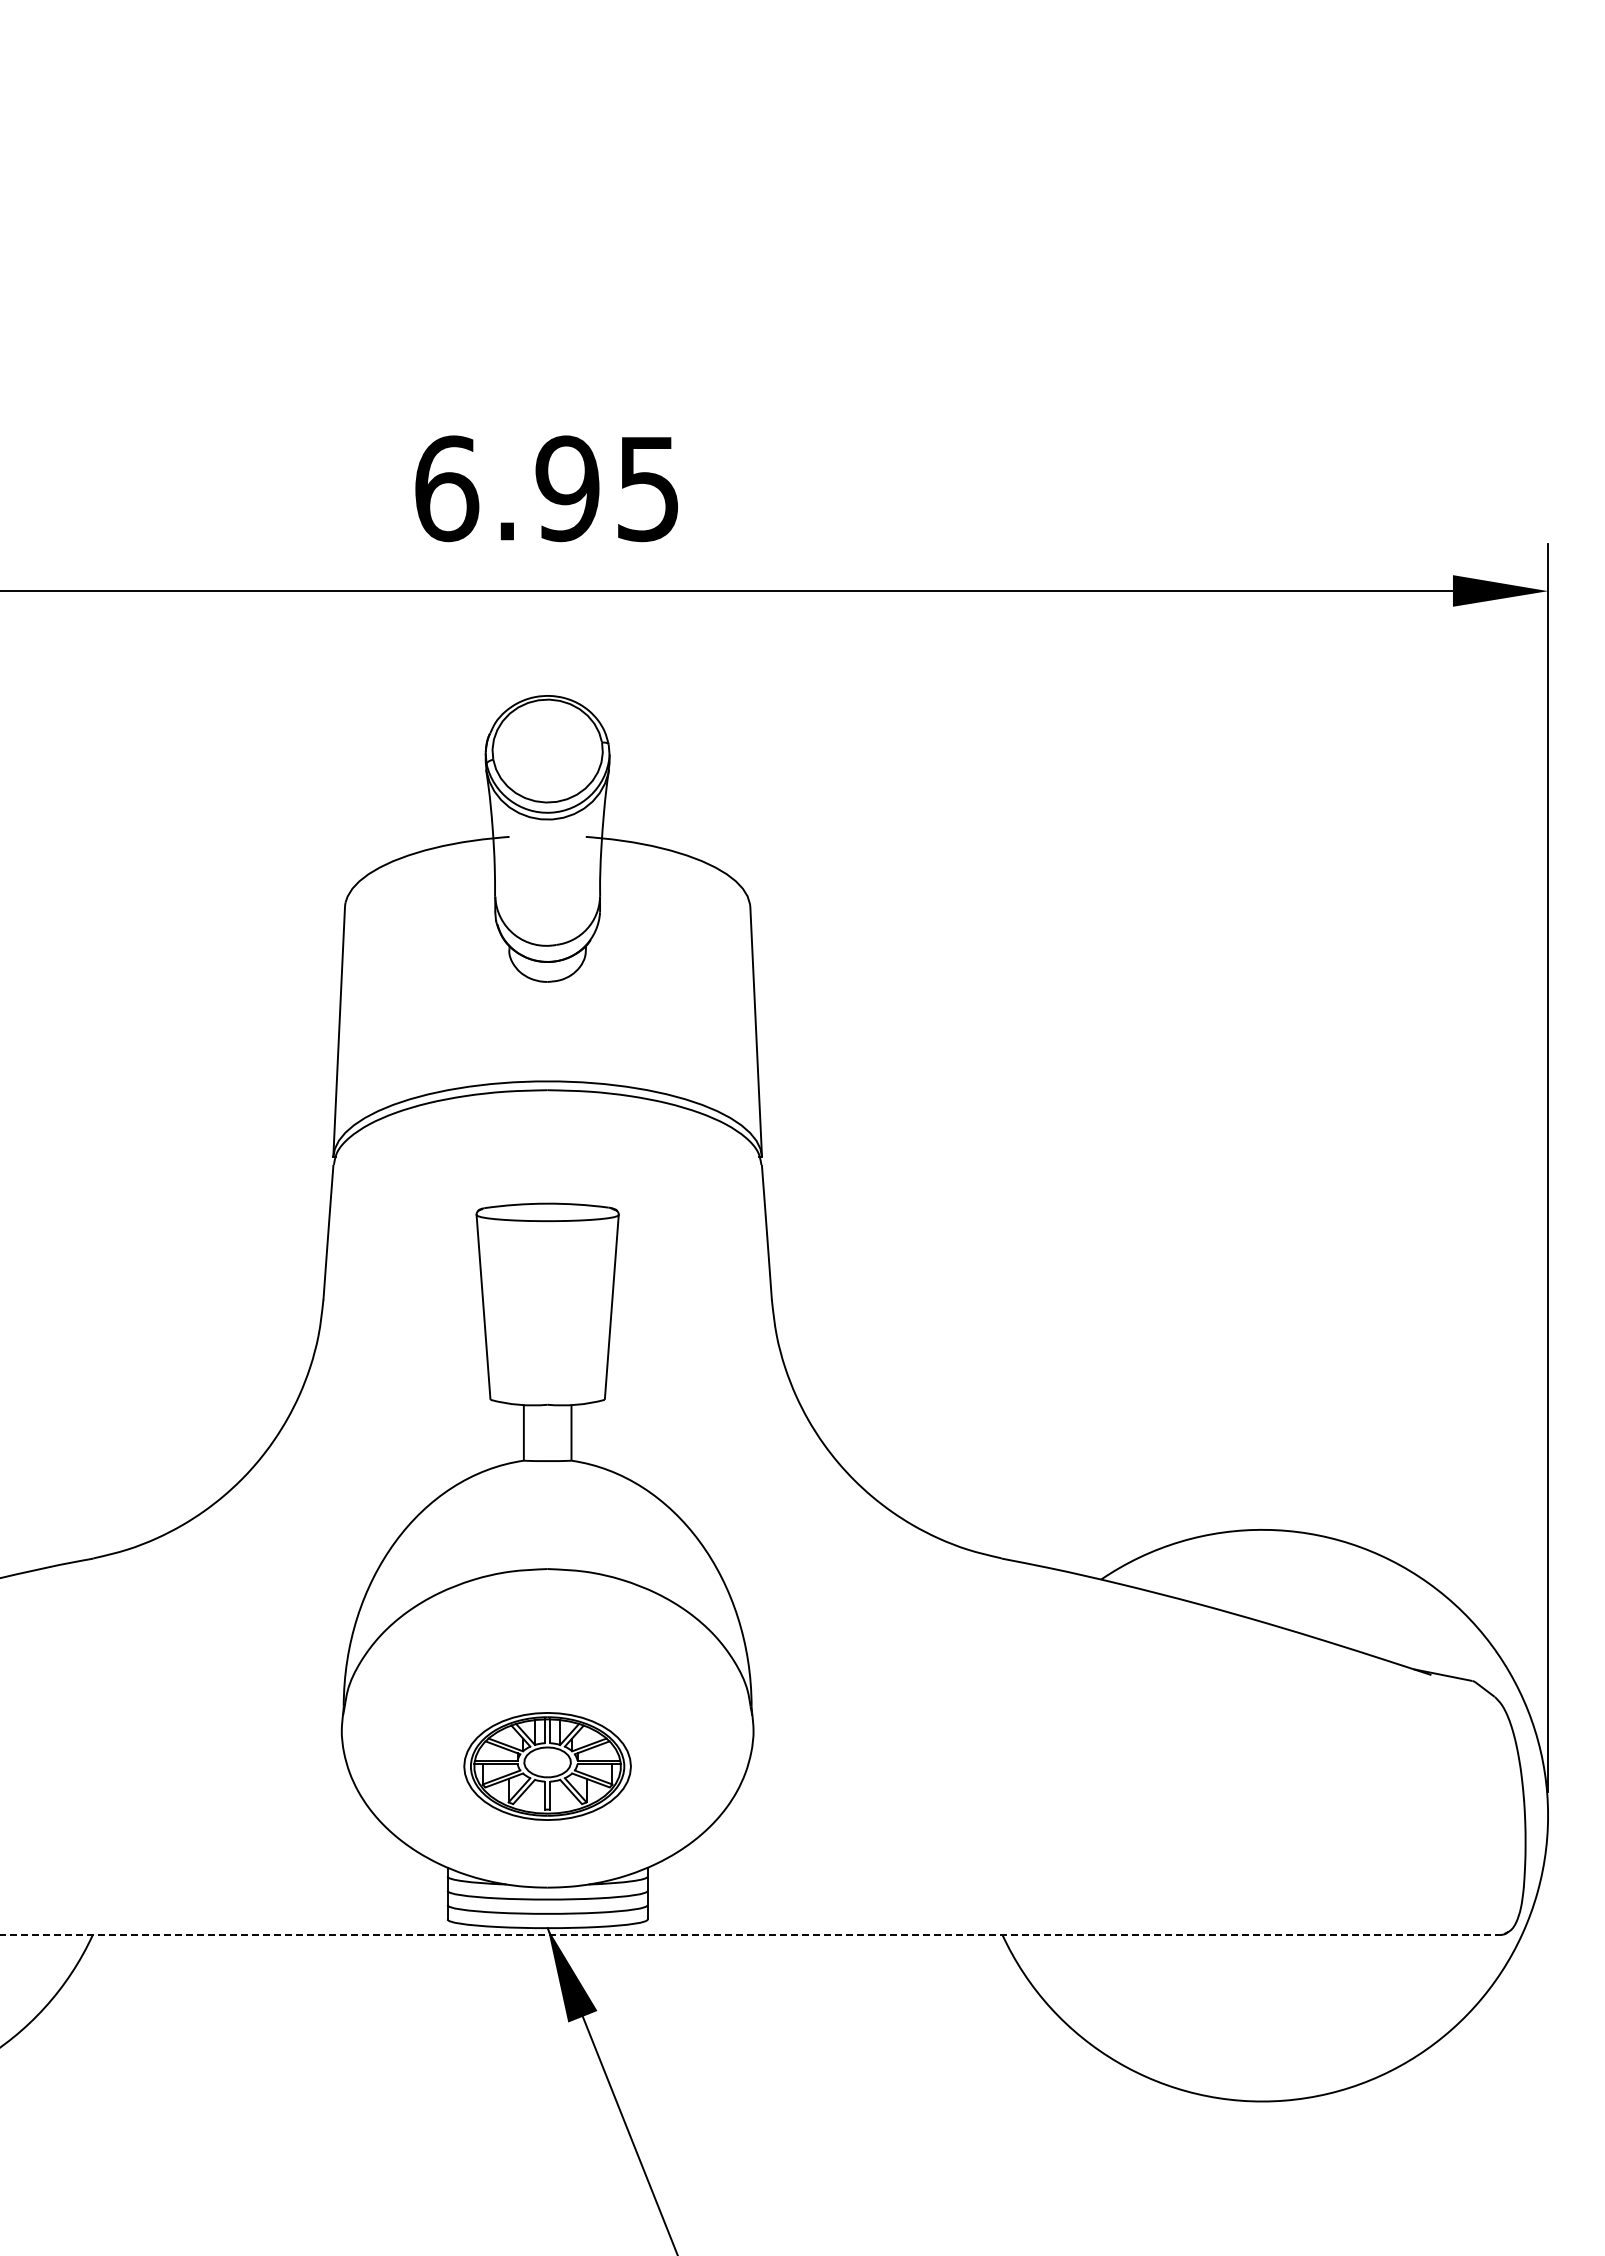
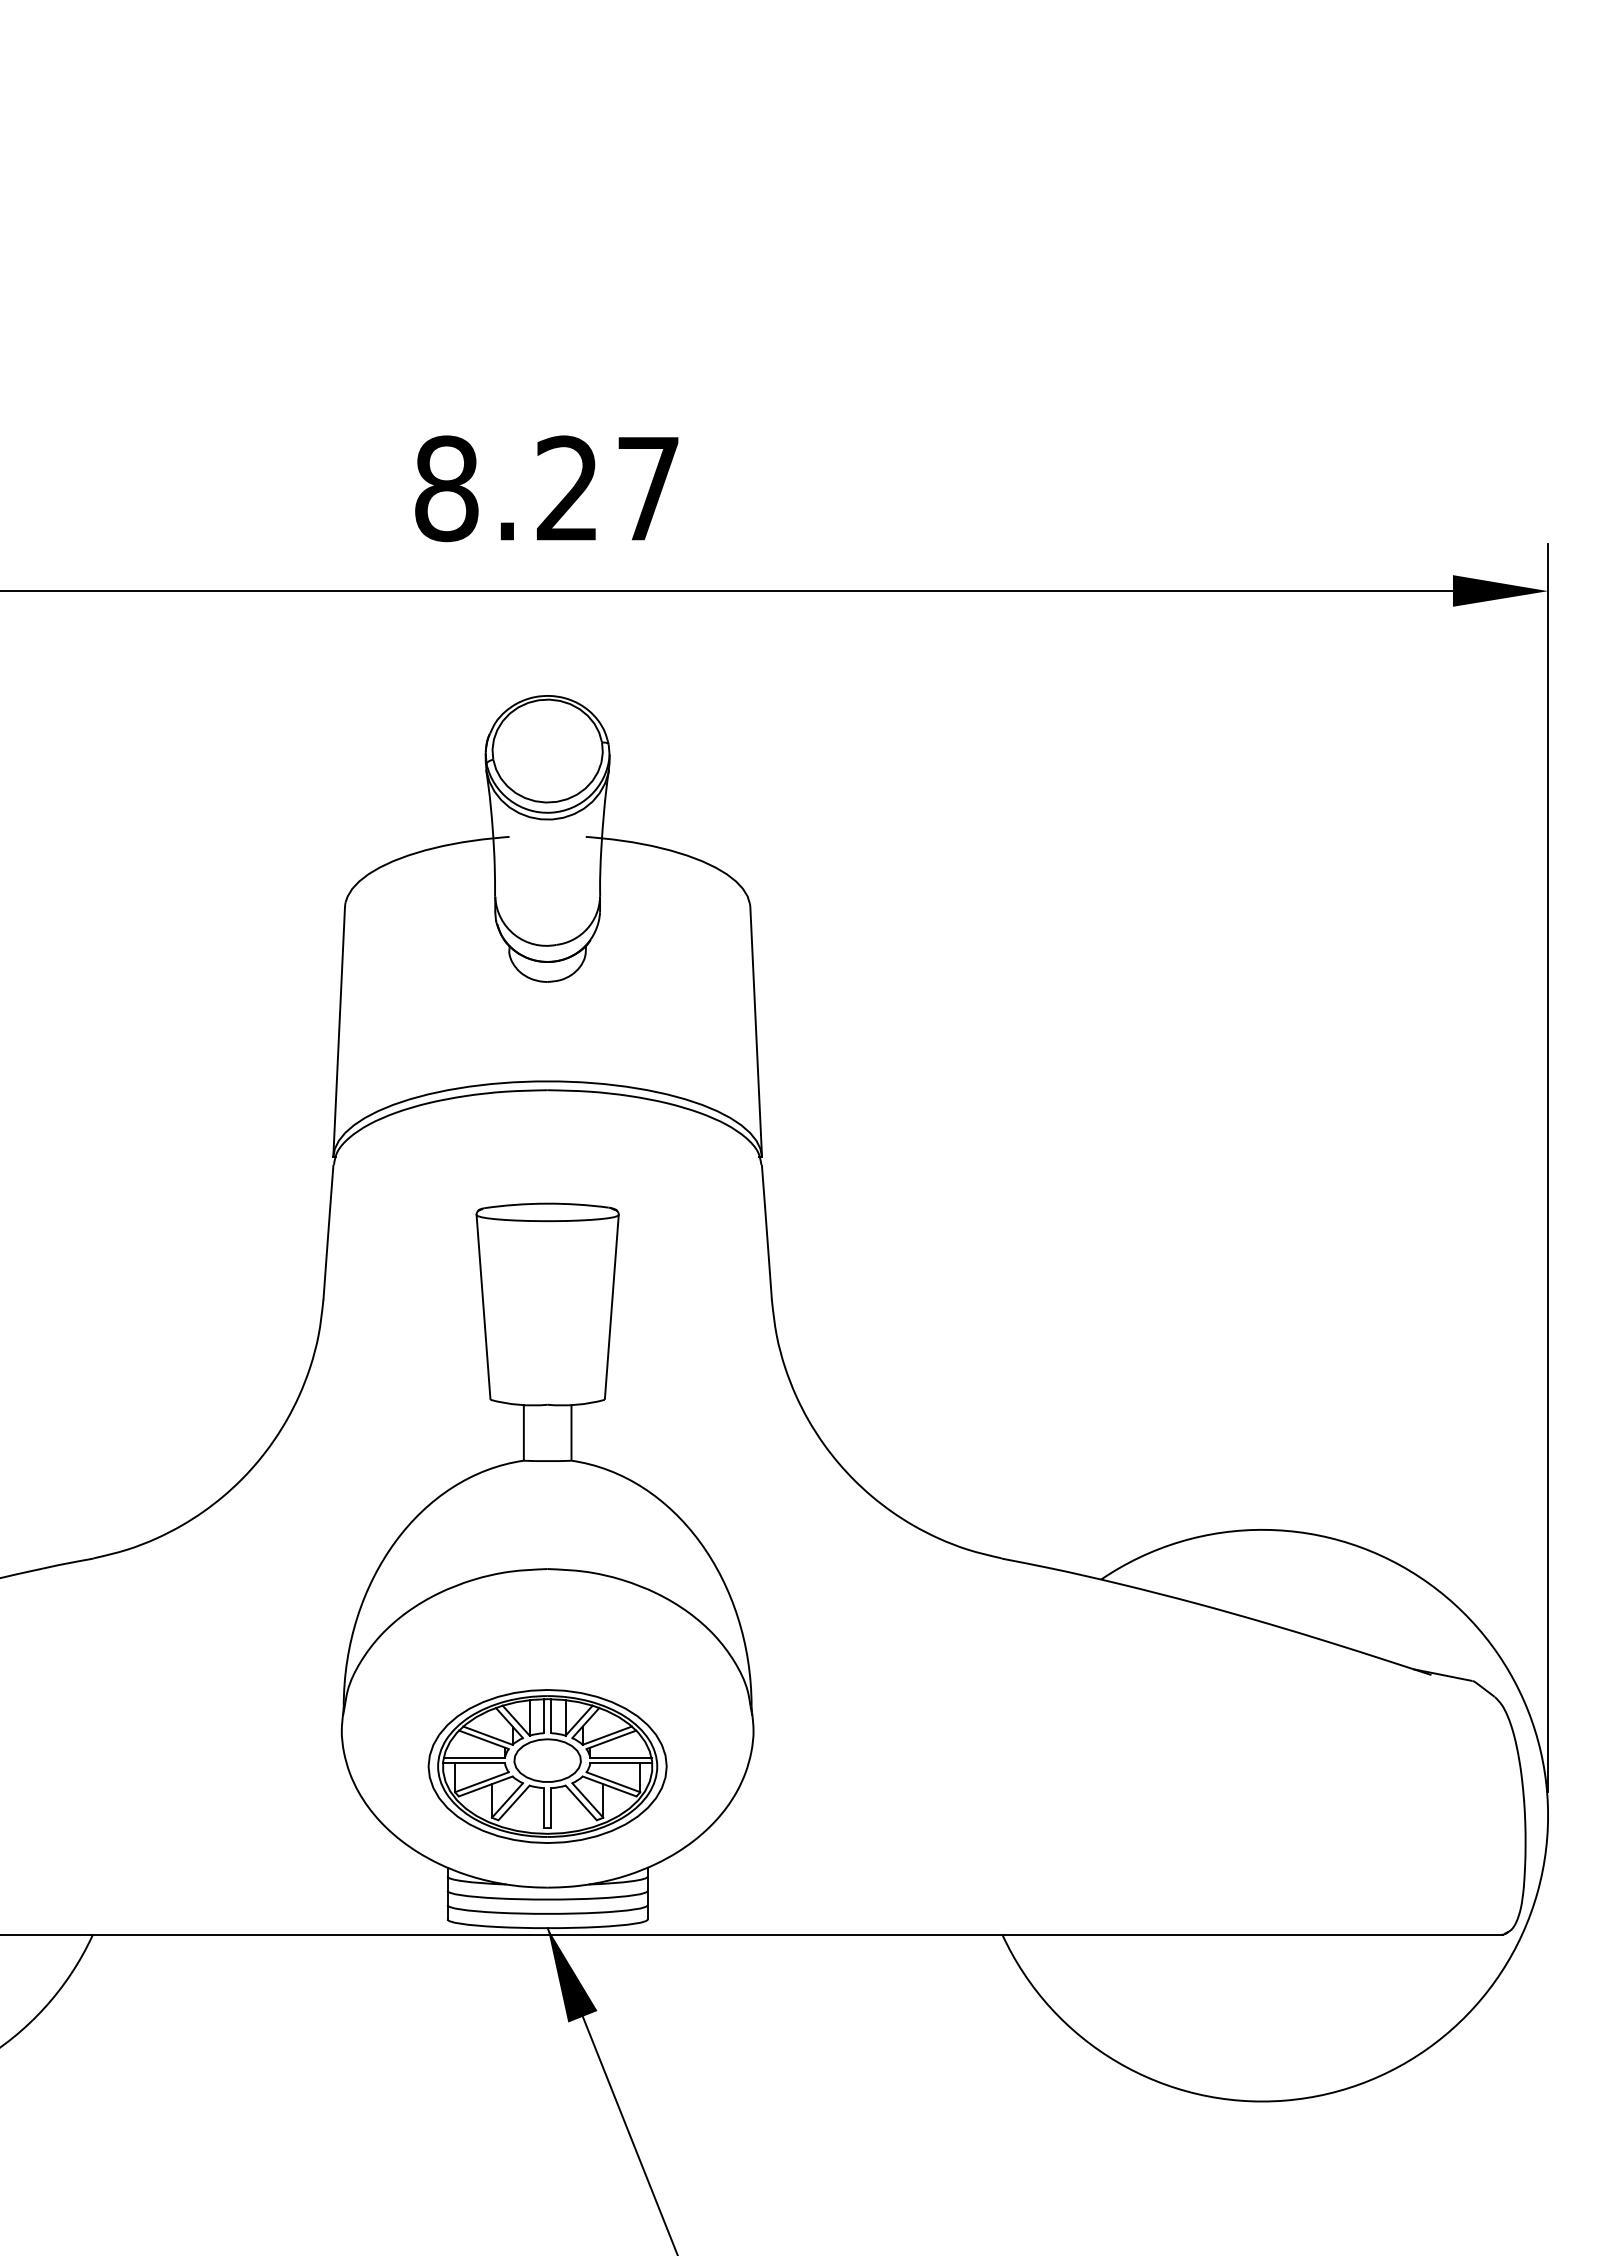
text at (546, 488): 6.95 -> 8.27
part at (547, 1766) size: 169x109 px -> 241x155 px
line at (752, 1934): dashed -> solid
